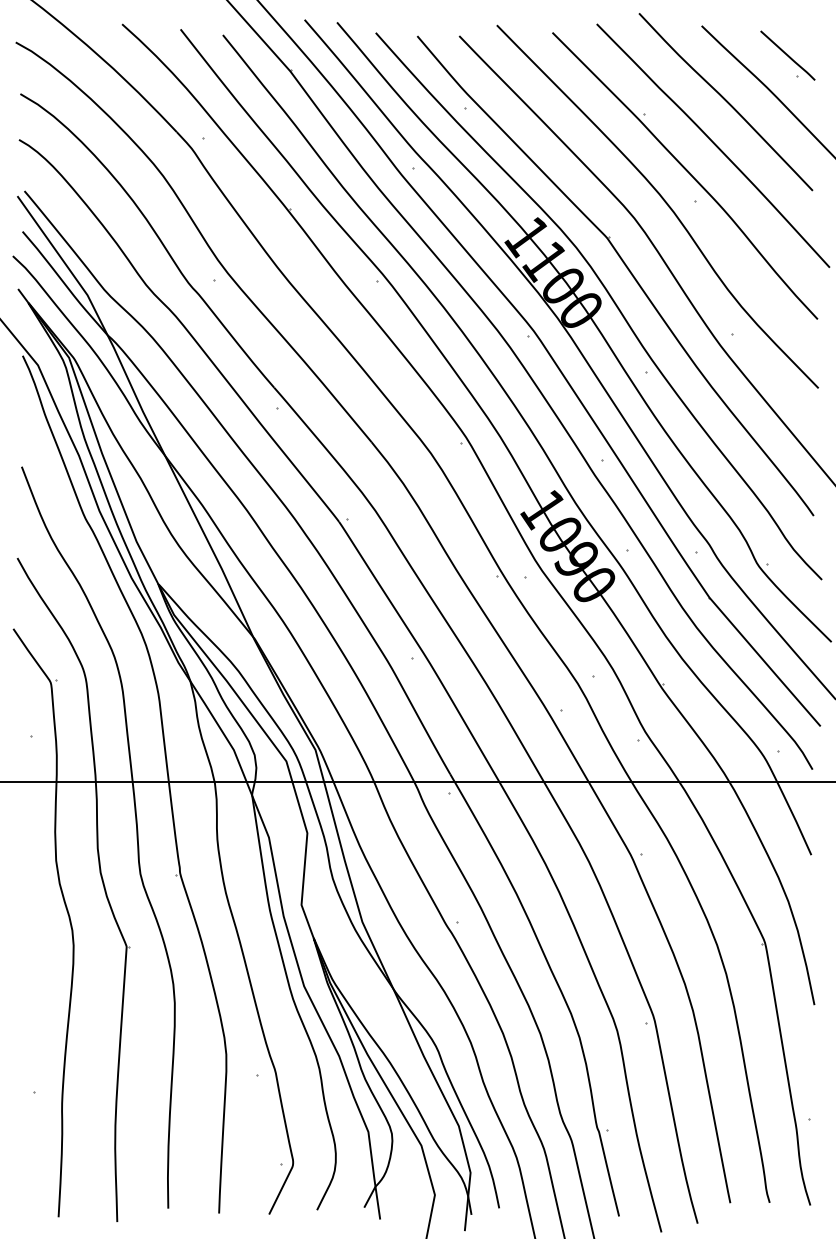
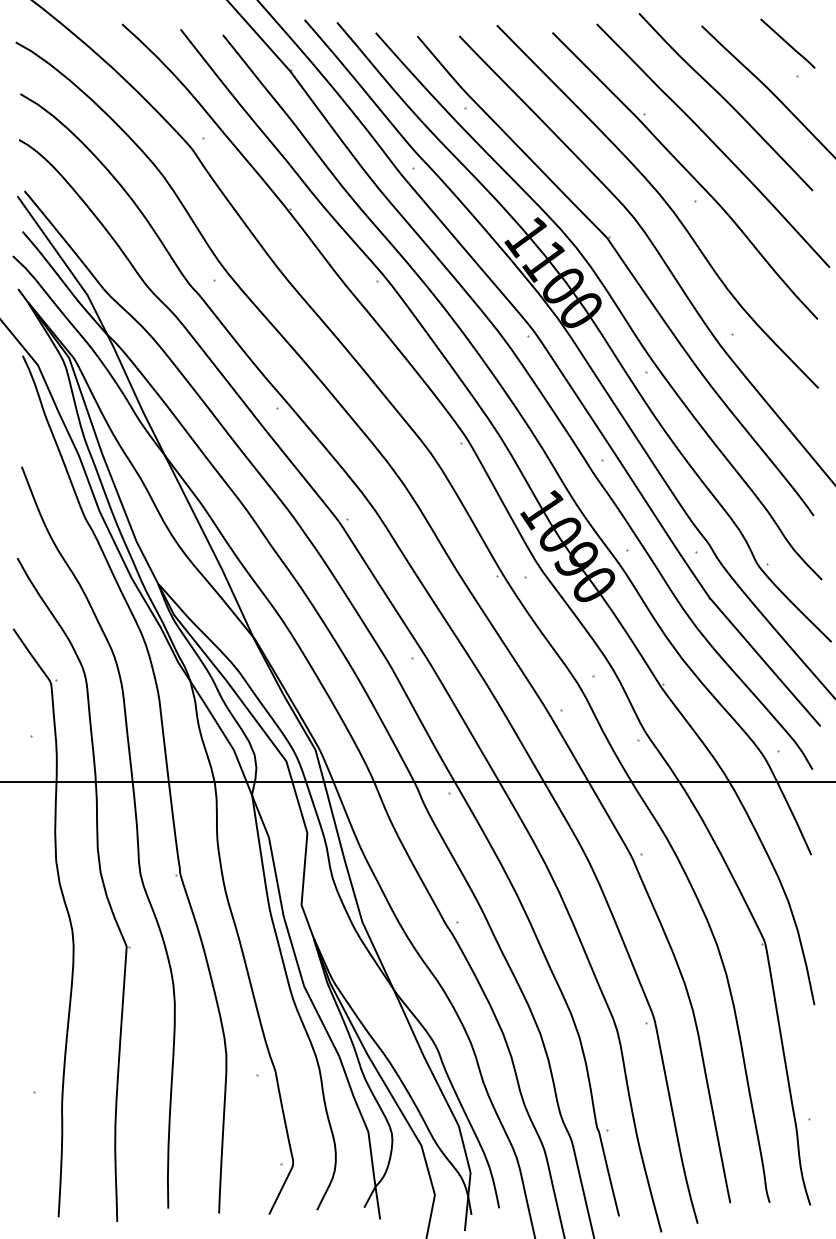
line at (787, 55) position: (787, 55) -> (787, 43)
